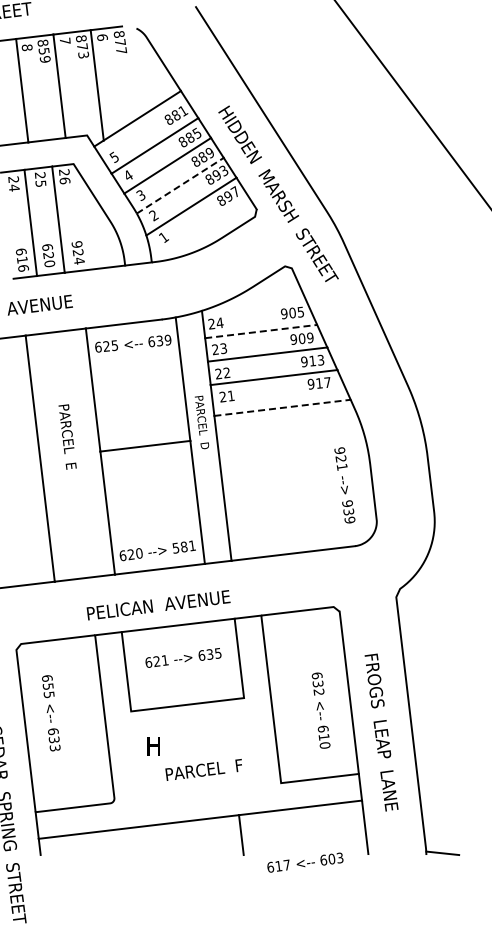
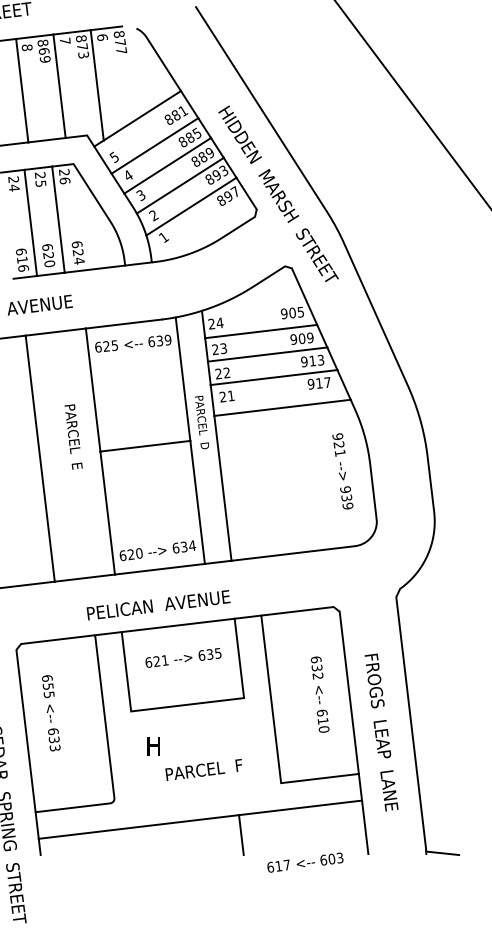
text at (43, 51): 859 -> 869
line at (180, 185): dashed -> solid
text at (76, 244): 924 -> 624
line at (261, 331): dashed -> solid
line at (282, 407): dashed -> solid
text at (67, 436) position: (67, 436) -> (73, 436)
text at (344, 485) position: (344, 485) -> (342, 471)
text at (184, 546): 581 -> 634
text at (320, 710) position: (320, 710) -> (319, 694)
